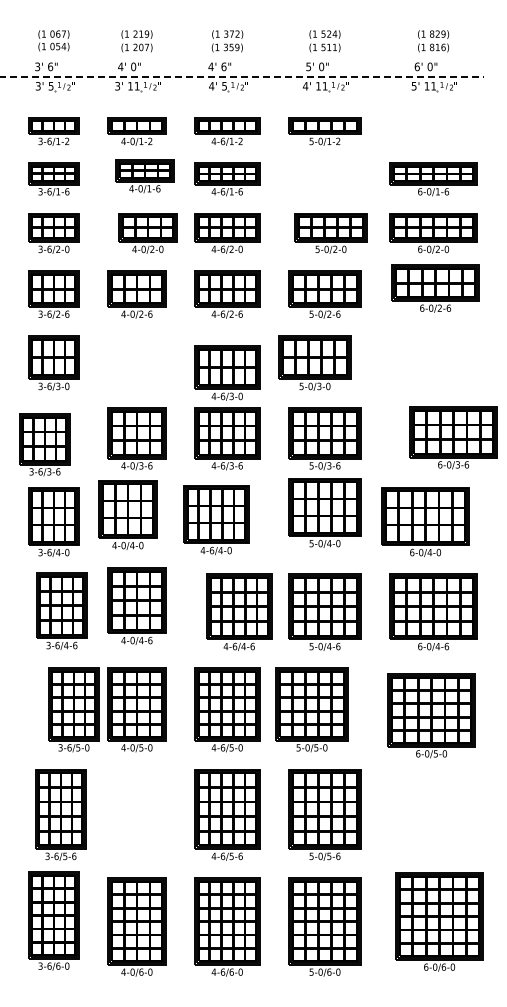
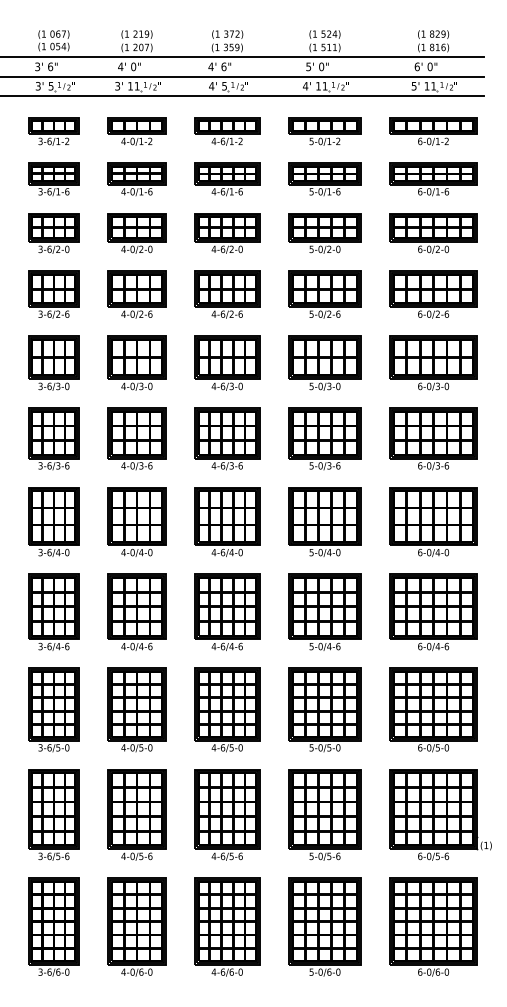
line at (243, 57): none -> present
line at (242, 76): dashed -> solid
line at (243, 95): none -> present
part at (433, 131): none -> present
part at (144, 176) position: (144, 176) -> (136, 179)
part at (324, 179): none -> present
part at (147, 233) position: (147, 233) -> (136, 233)
part at (330, 233) position: (330, 233) -> (324, 233)
part at (435, 288) position: (435, 288) -> (433, 294)
part at (136, 362): none -> present
part at (314, 362) position: (314, 362) -> (324, 362)
part at (433, 362): none -> present
part at (227, 372) position: (227, 372) -> (227, 362)
part at (453, 437) position: (453, 437) -> (433, 438)
part at (44, 444) position: (44, 444) -> (53, 438)
part at (324, 512) position: (324, 512) -> (324, 521)
part at (127, 514) position: (127, 514) -> (136, 521)
part at (216, 519) position: (216, 519) -> (227, 521)
part at (425, 522) position: (425, 522) -> (433, 522)
part at (136, 605) position: (136, 605) -> (136, 611)
part at (61, 610) position: (61, 610) -> (53, 611)
part at (239, 611) position: (239, 611) -> (227, 611)
part at (73, 709) position: (73, 709) -> (53, 709)
part at (311, 709) position: (311, 709) -> (324, 709)
part at (431, 715) position: (431, 715) -> (433, 709)
part at (60, 814) position: (60, 814) -> (53, 814)
part at (136, 814): none -> present
part at (440, 814): none -> present
part at (53, 920) position: (53, 920) -> (53, 926)
part at (439, 921) position: (439, 921) -> (433, 926)
